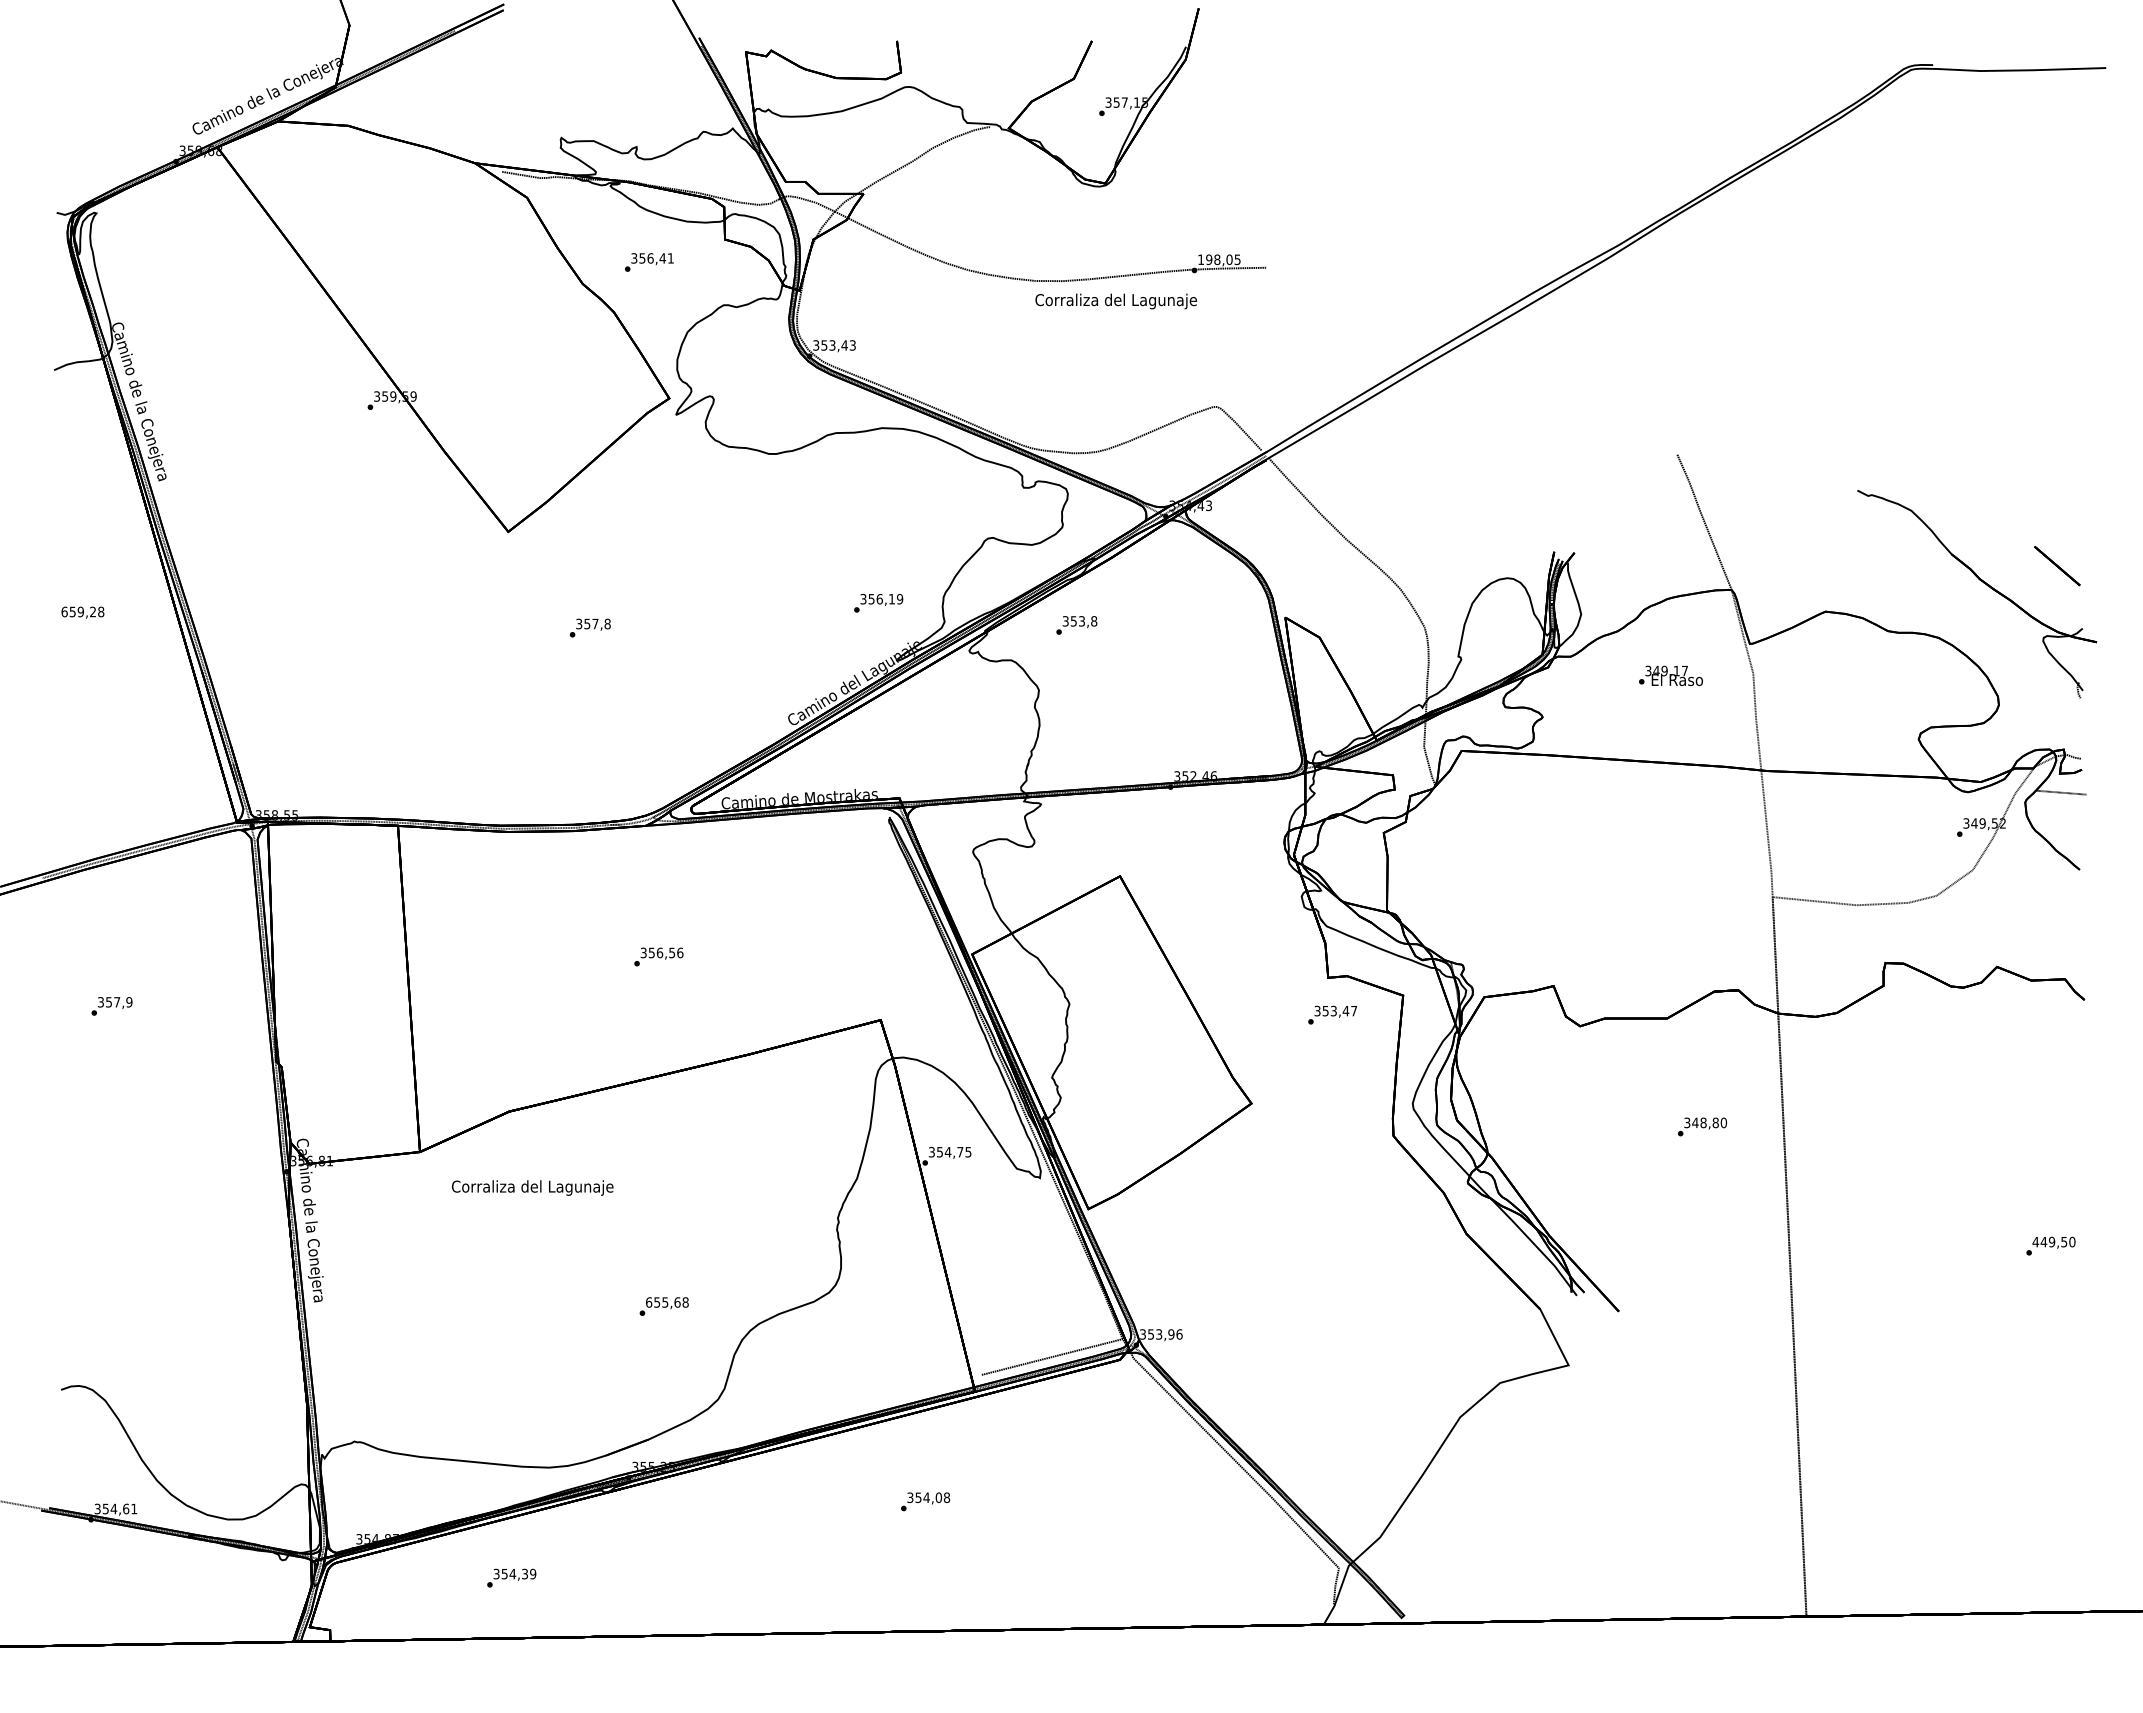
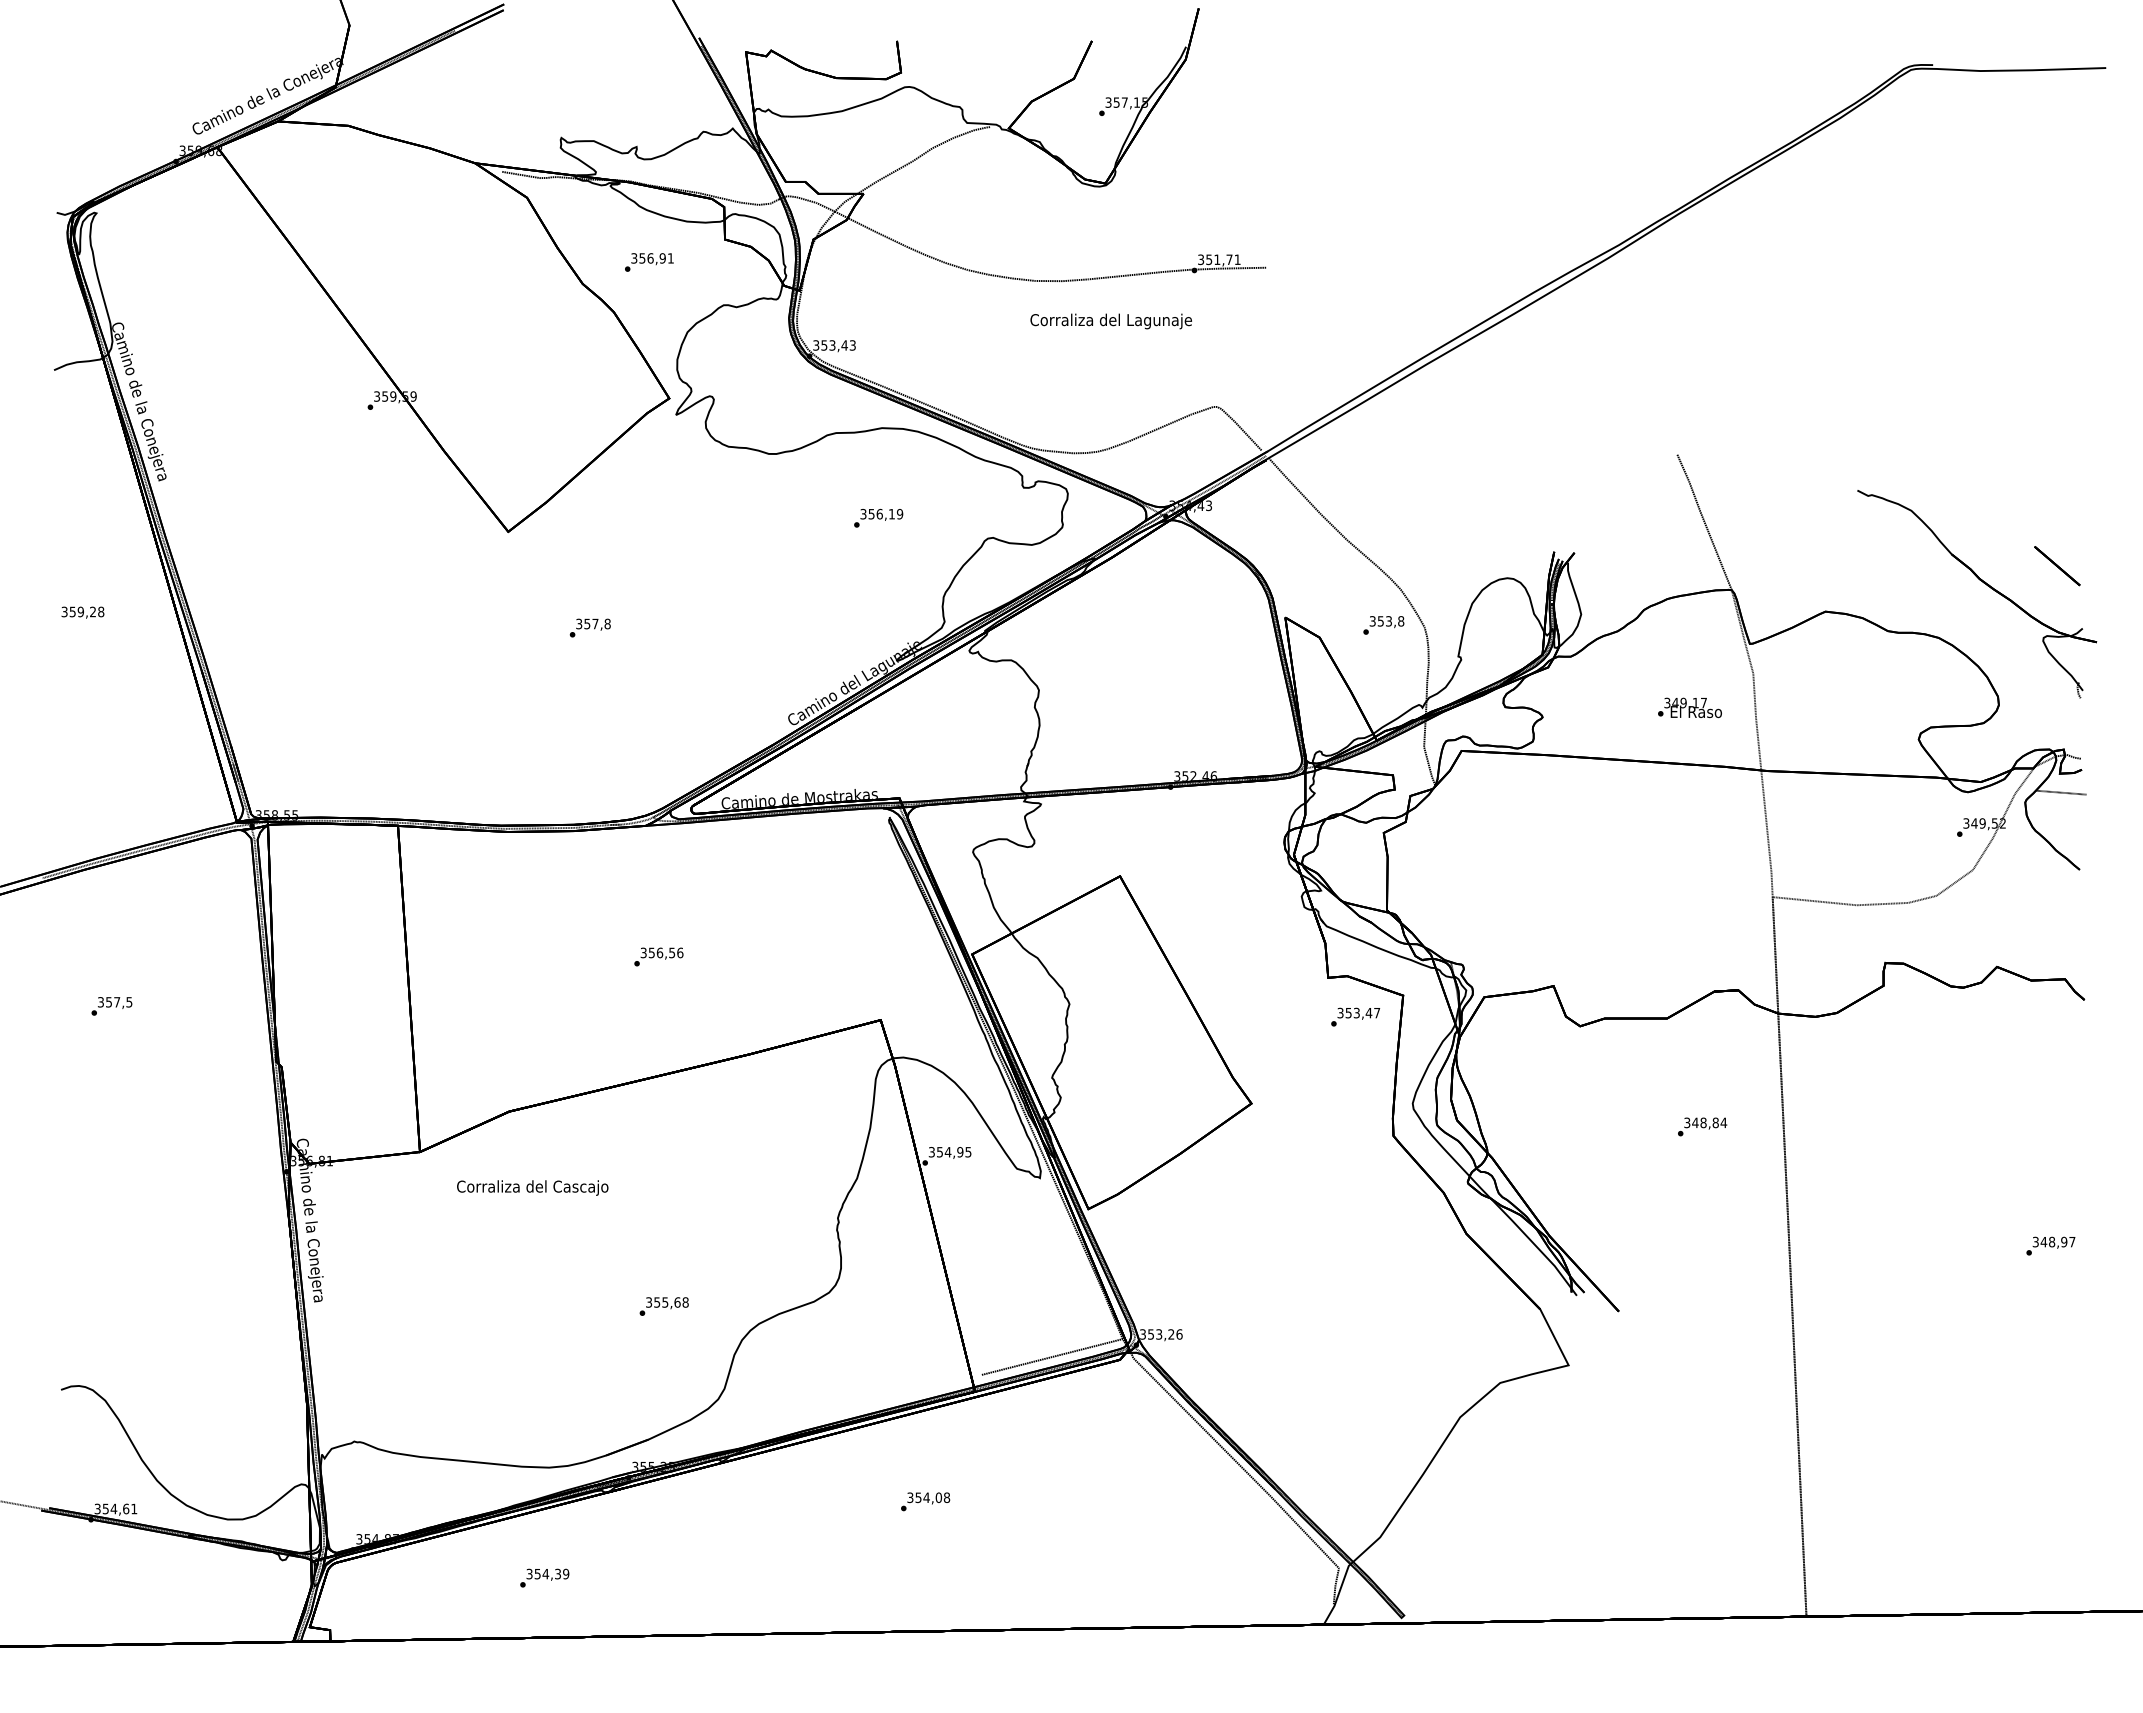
text at (662, 258): 356,41 -> 356,91
text at (1219, 259): 198,05 -> 351,71
text at (1115, 301) position: (1115, 301) -> (1110, 321)
text at (878, 603) position: (878, 603) -> (878, 518)
text at (64, 611): 659,28 -> 359,28
text at (1076, 625) position: (1076, 625) -> (1383, 625)
text at (1670, 675) position: (1670, 675) -> (1689, 707)
text at (129, 1002): 357,9 -> 357,5
text at (1332, 1014) position: (1332, 1014) -> (1355, 1016)
text at (1723, 1122): 348,80 -> 348,84
text at (960, 1152): 354,75 -> 354,95
text at (532, 1187): Corraliza del Lagunaje -> Corraliza del Cascajo
text at (2053, 1241): 449,50 -> 348,97
text at (649, 1302): 655,68 -> 355,68
text at (1171, 1334): 353,96 -> 353,26
text at (511, 1577) position: (511, 1577) -> (544, 1577)
